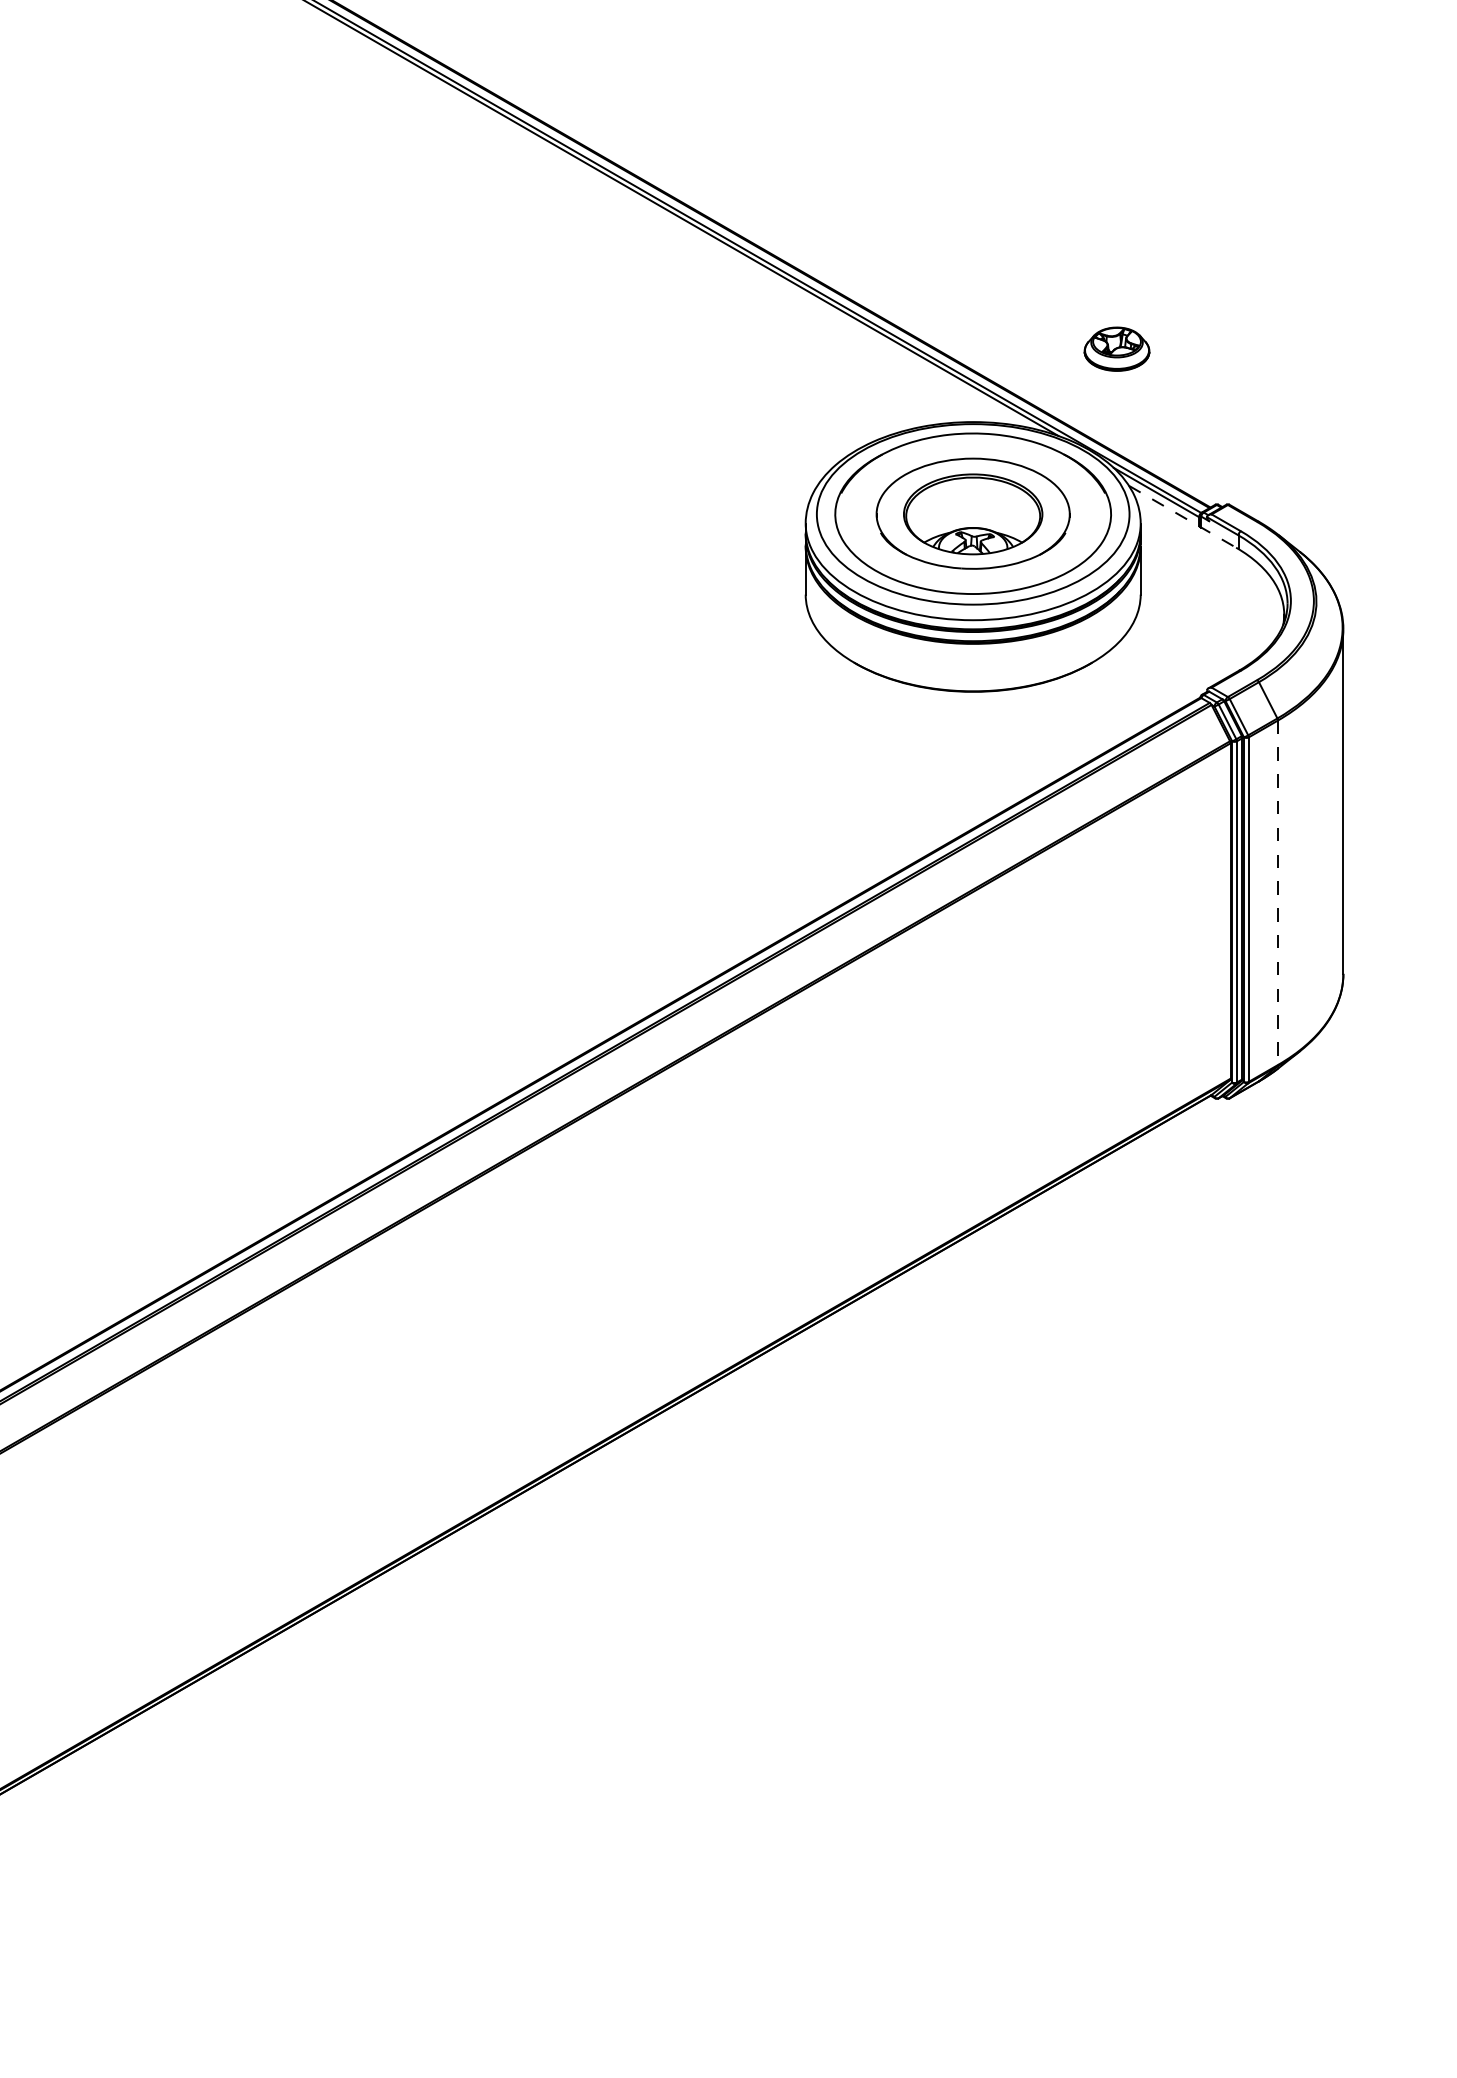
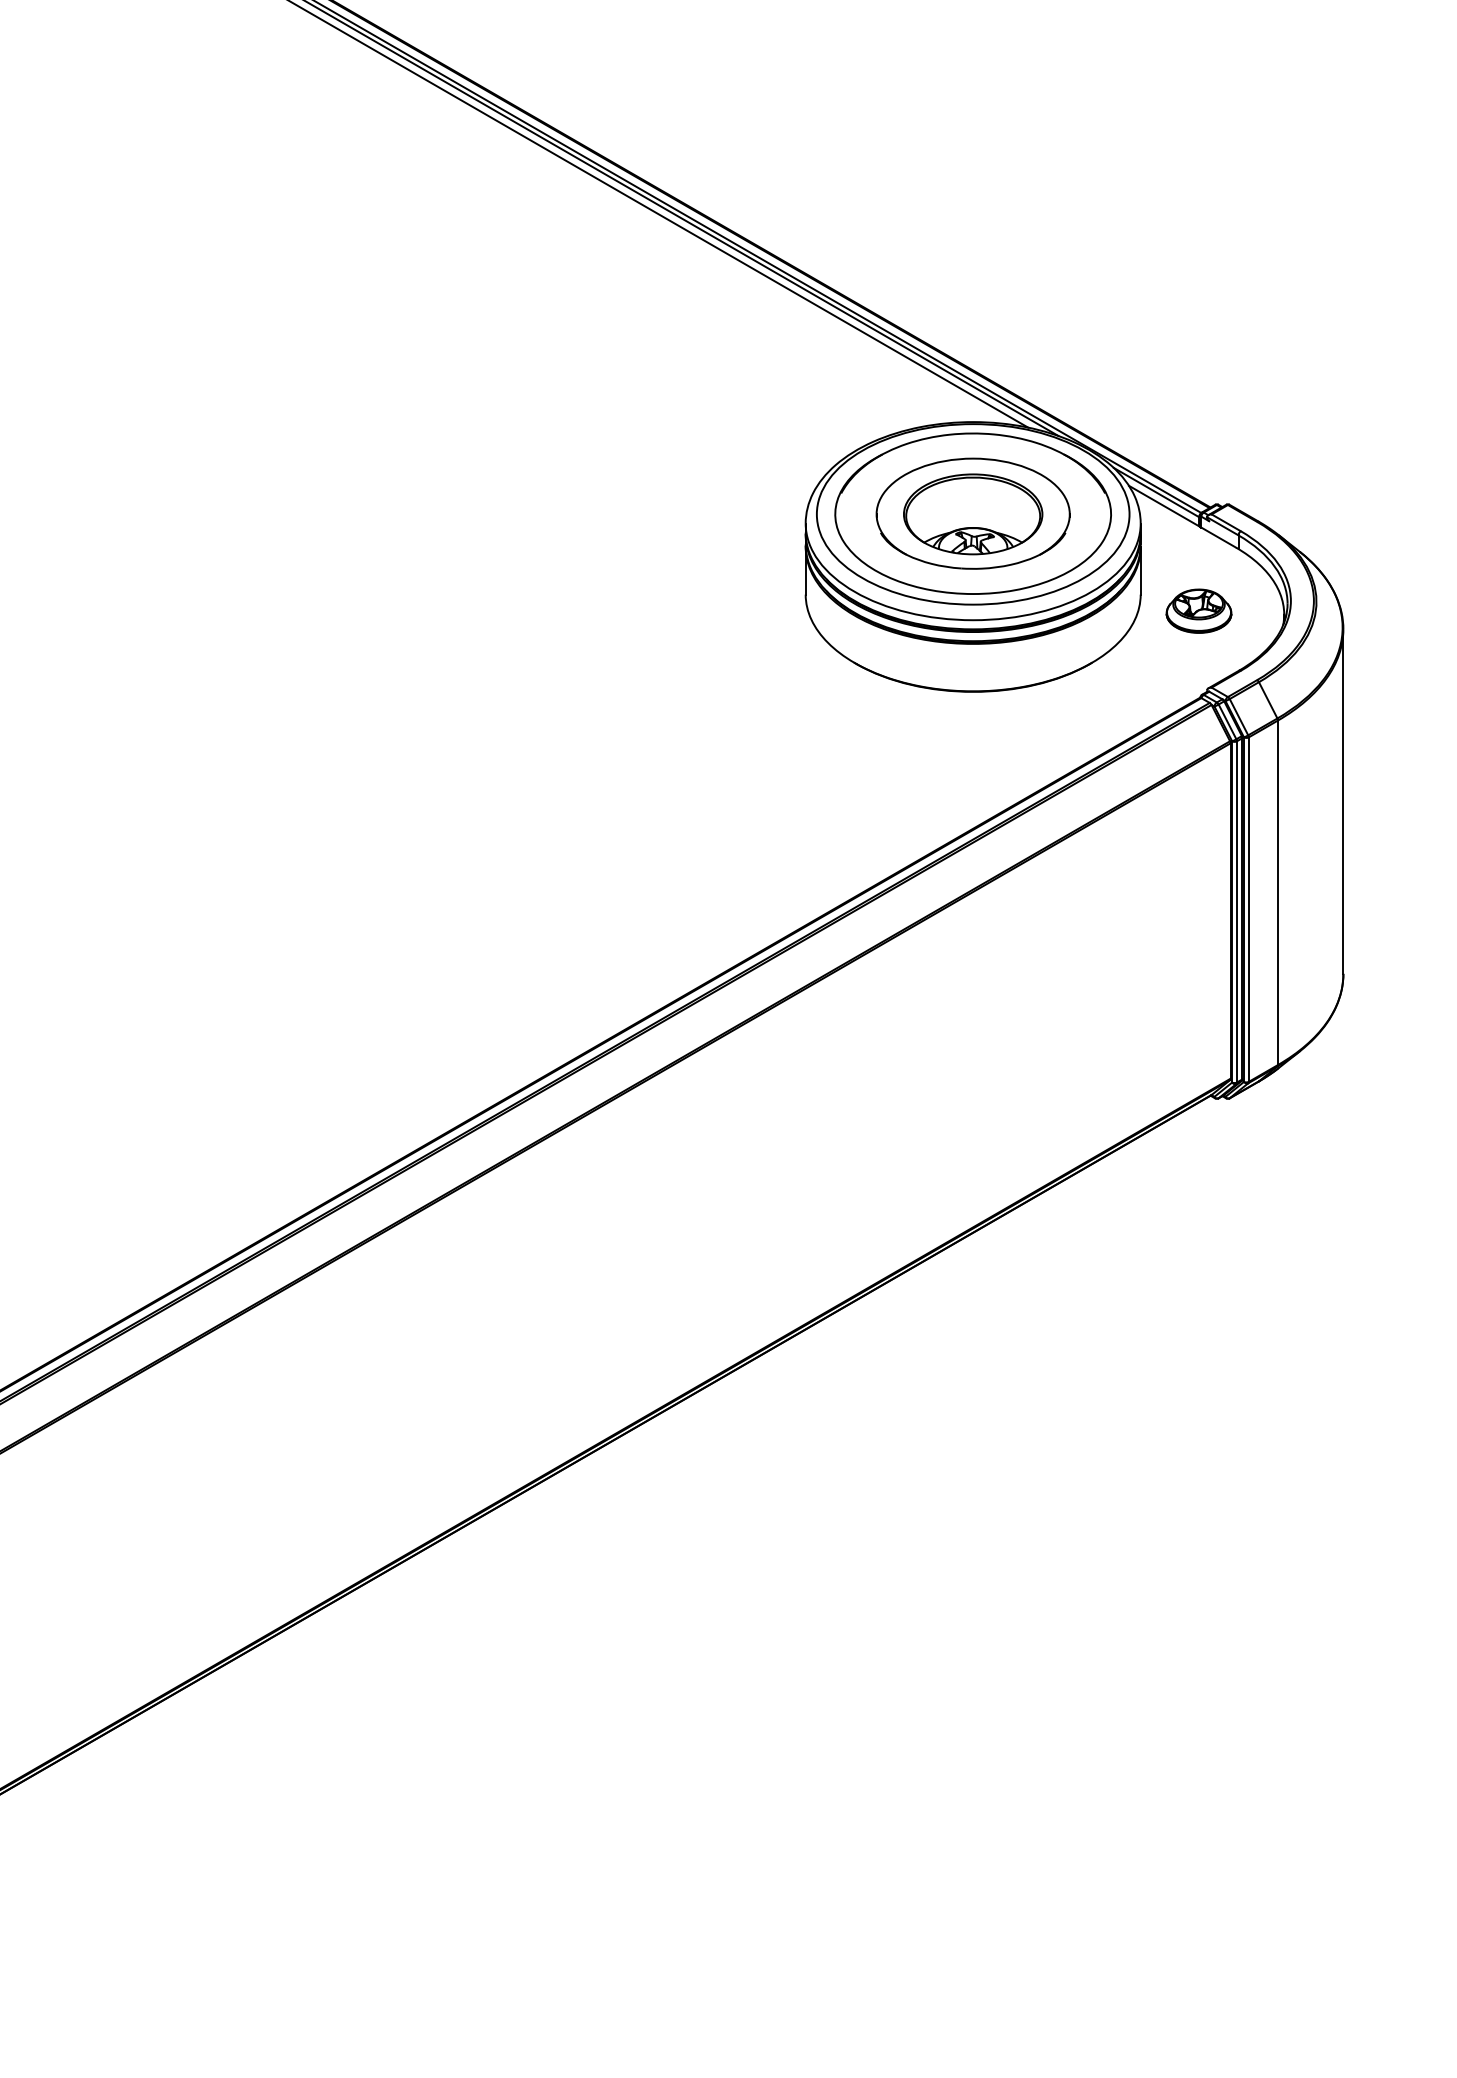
line at (659, 214): none -> present
part at (1116, 348) position: (1116, 348) -> (1198, 610)
line at (1182, 516): dashed -> solid
line at (1277, 893): dashed -> solid
